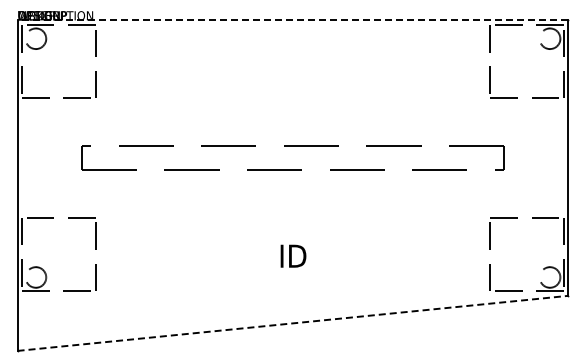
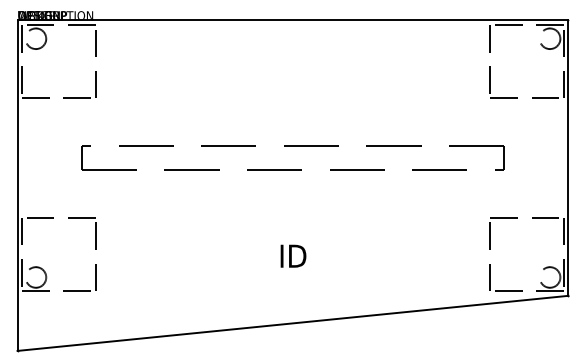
line at (292, 20): dashed -> solid
line at (293, 323): dashed -> solid
